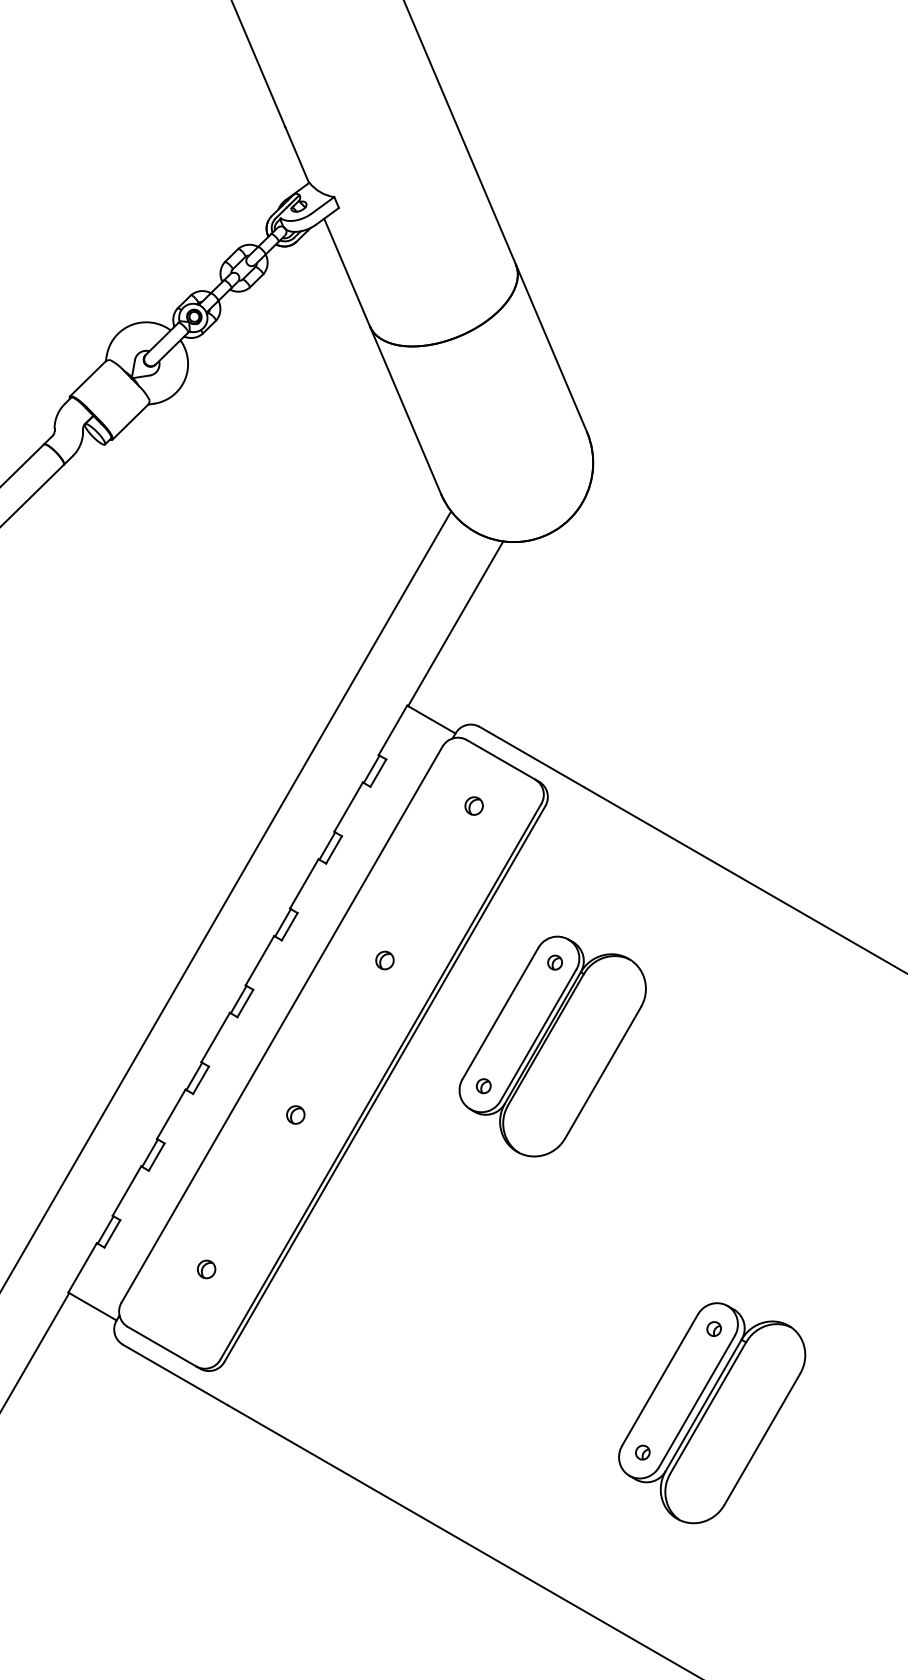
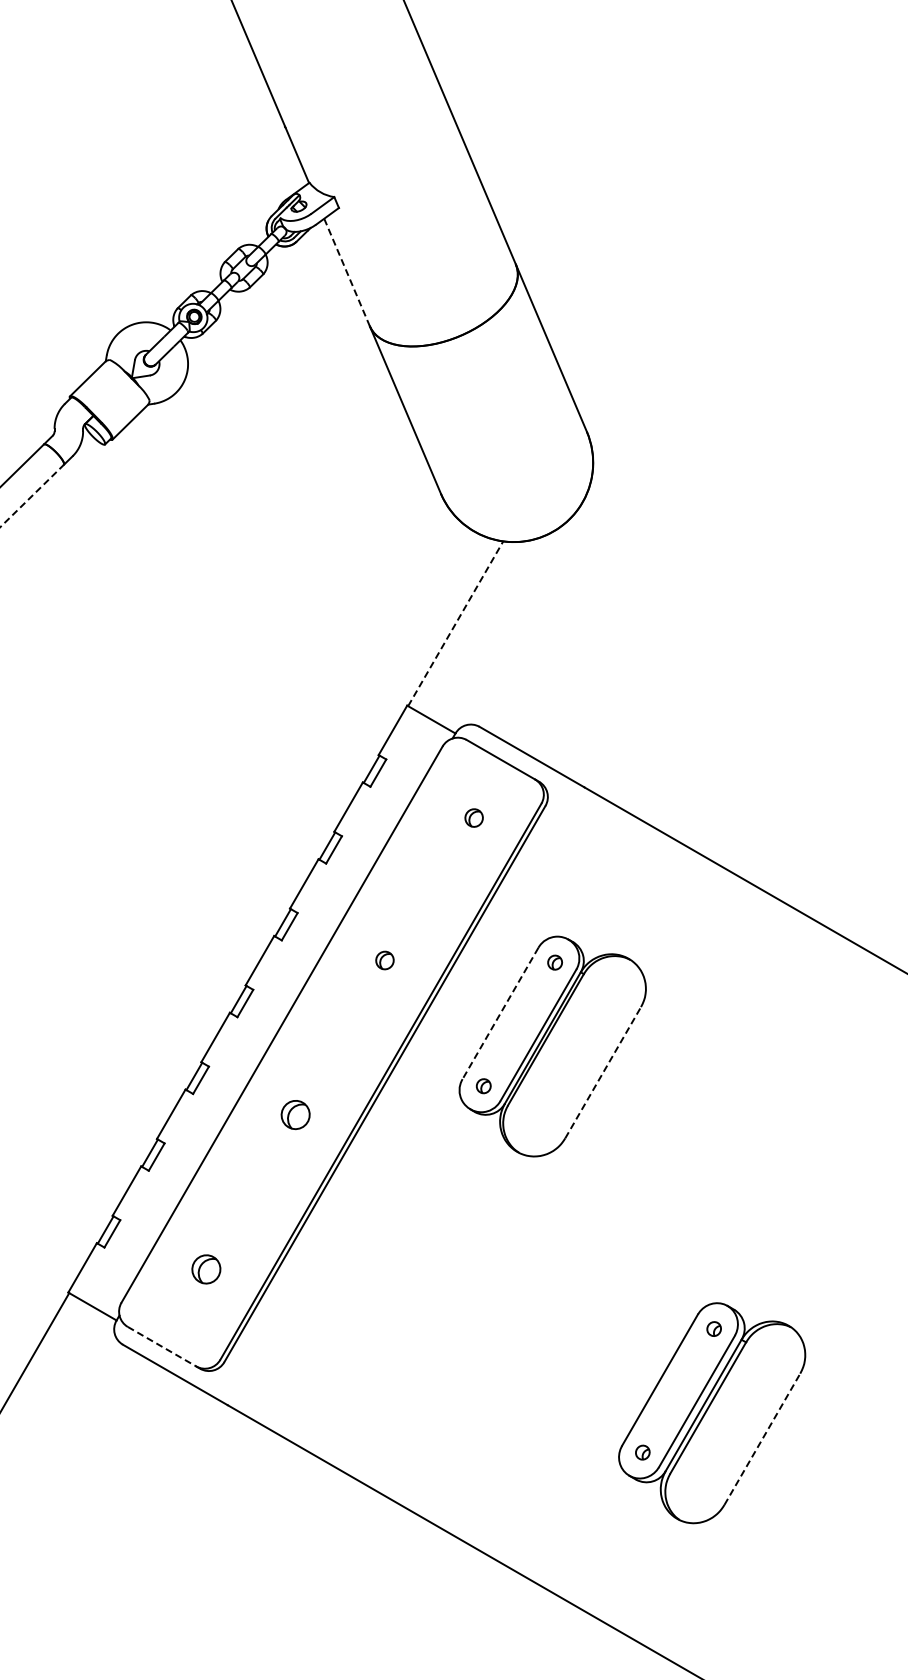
line at (347, 273): solid -> dashed
line at (32, 495): solid -> dashed
line at (455, 623): solid -> dashed
part at (473, 805) position: (473, 805) -> (473, 817)
line at (226, 900): present -> none
line at (500, 1013): solid -> dashed
line at (603, 1072): solid -> dashed
part at (295, 1114) size: 20x20 px -> 31x31 px
part at (206, 1269) size: 20x21 px -> 31x31 px
line at (162, 1346): solid -> dashed
line at (762, 1439): solid -> dashed
